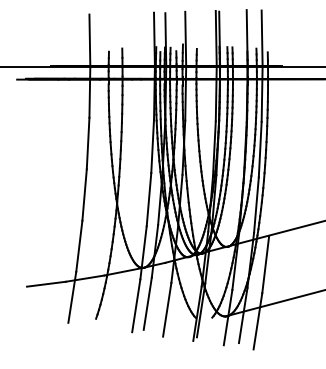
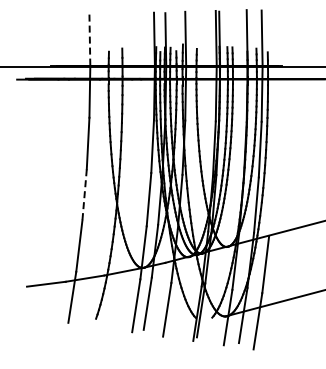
line at (89, 40): solid -> dashed
line at (84, 194): solid -> dashed
